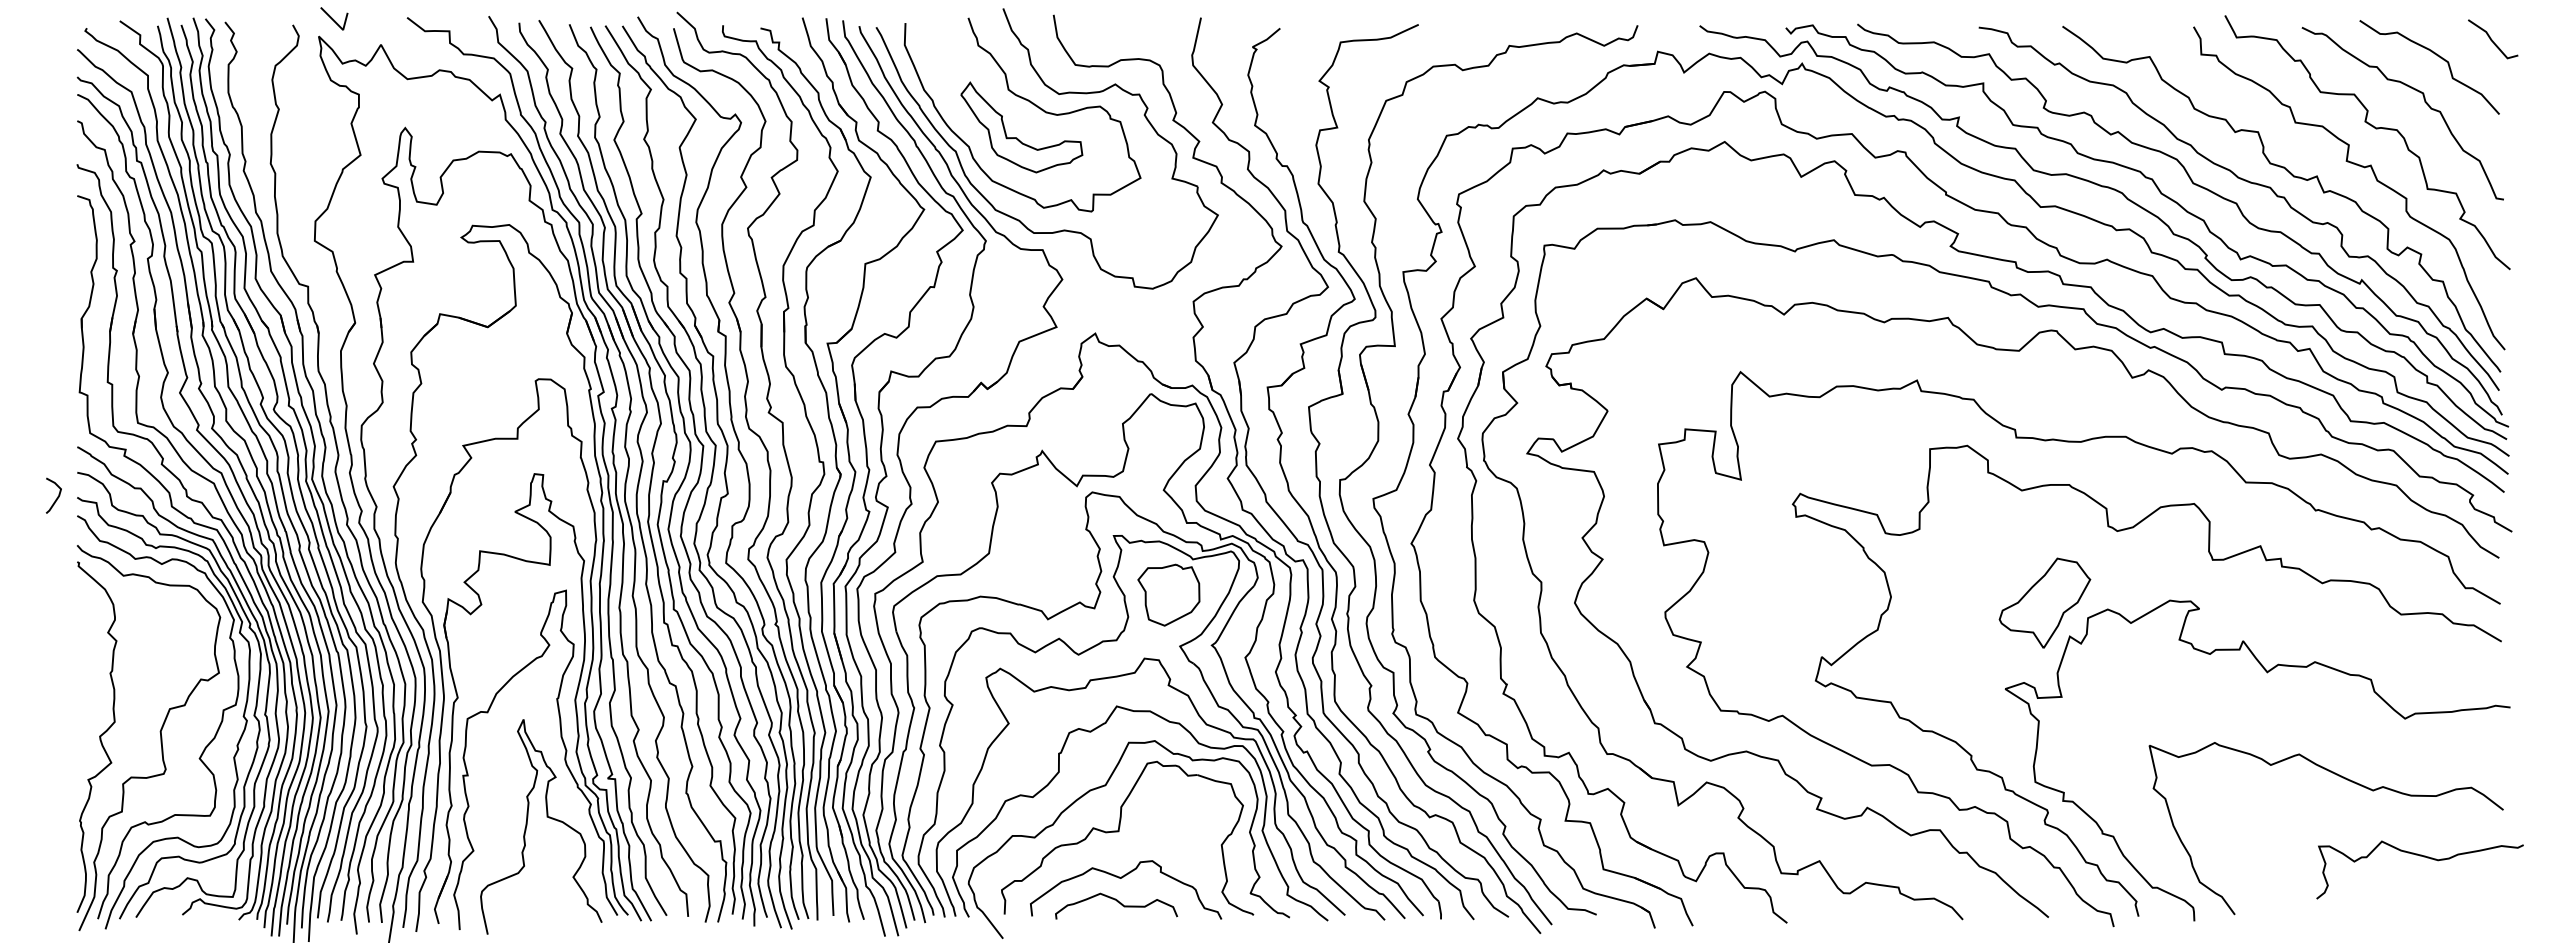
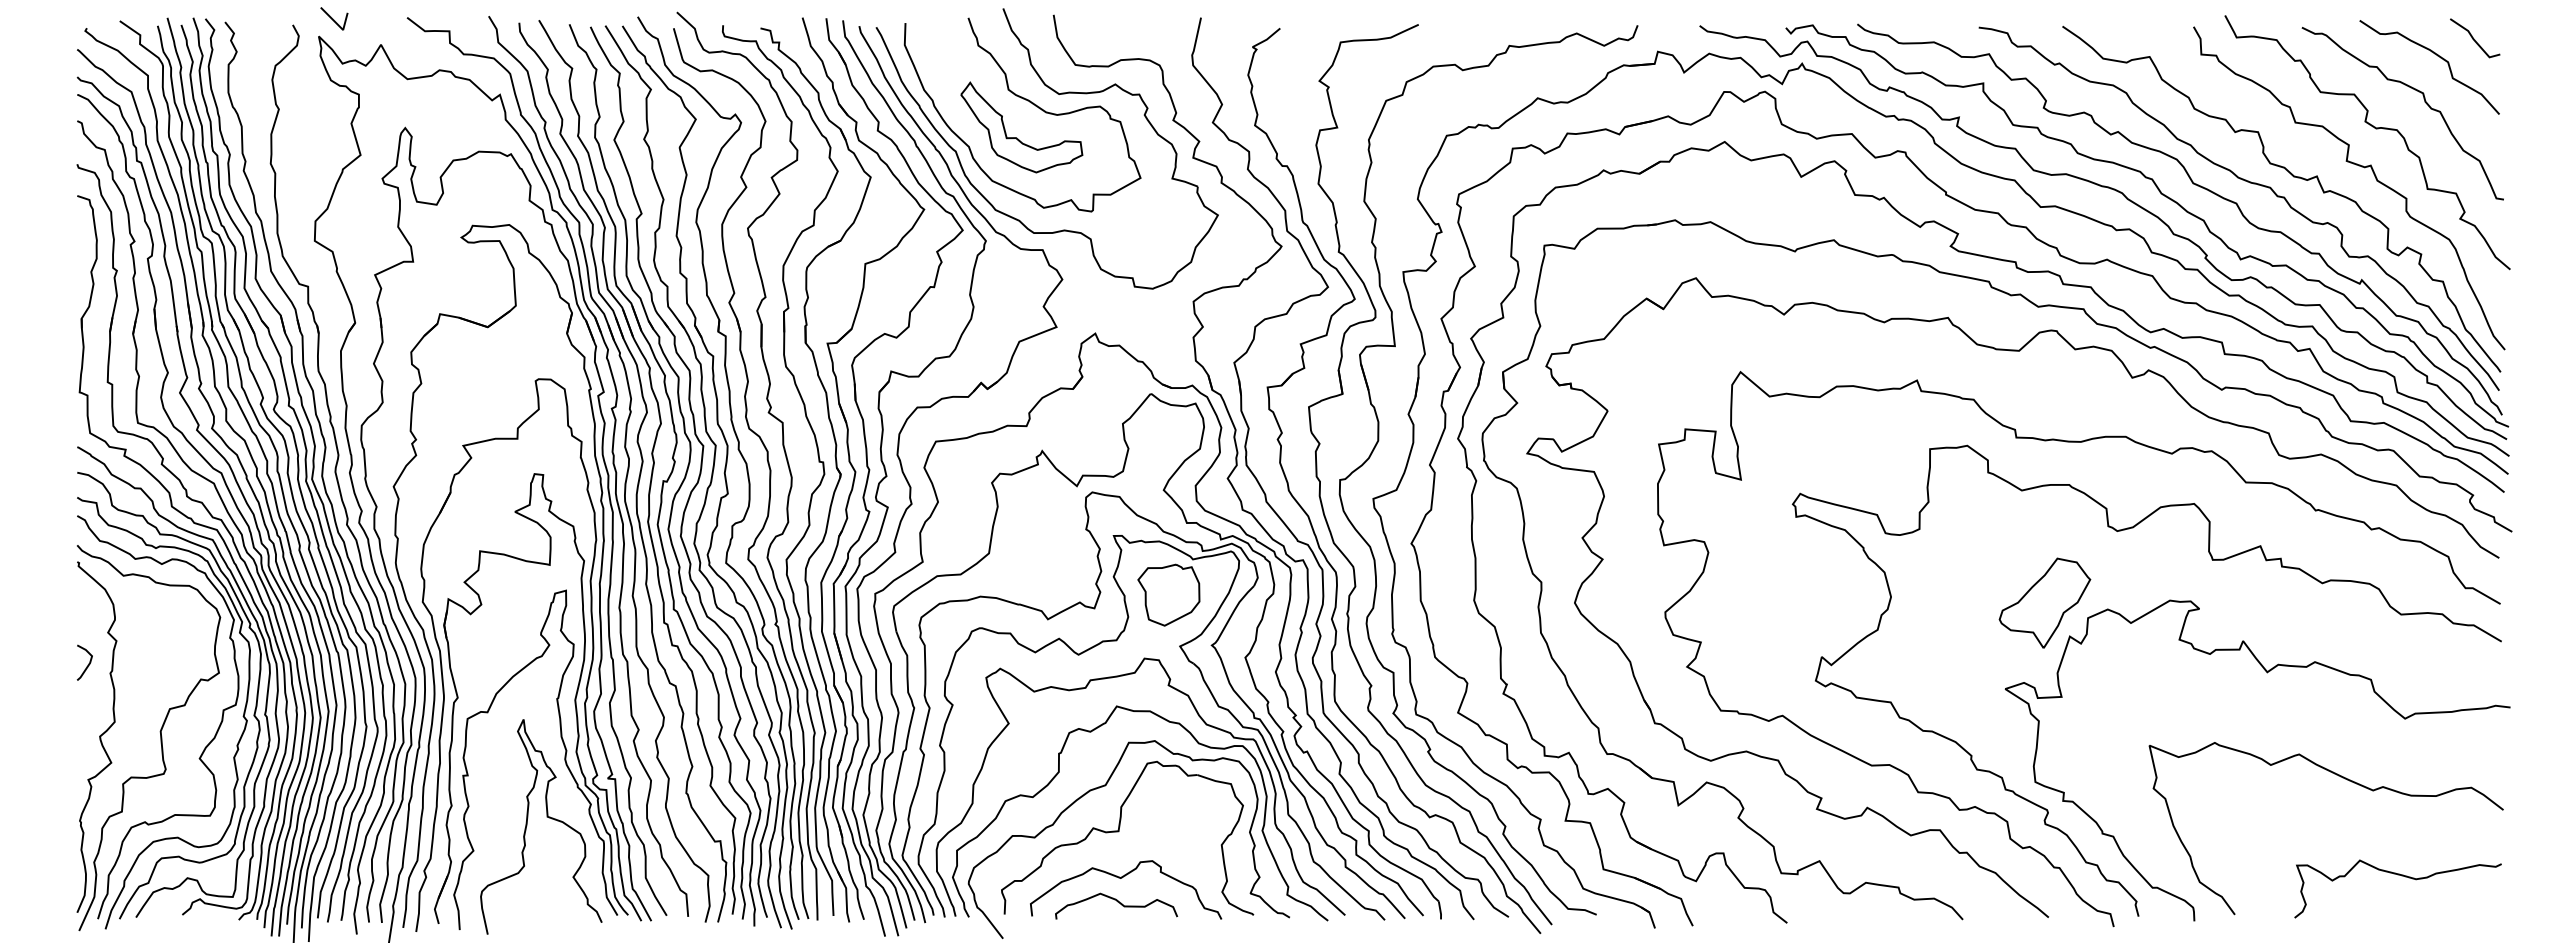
line at (2492, 39) position: (2492, 39) -> (2474, 38)
curve at (57, 496) position: (57, 496) -> (88, 663)
curve at (2423, 857) position: (2423, 857) -> (2401, 876)
